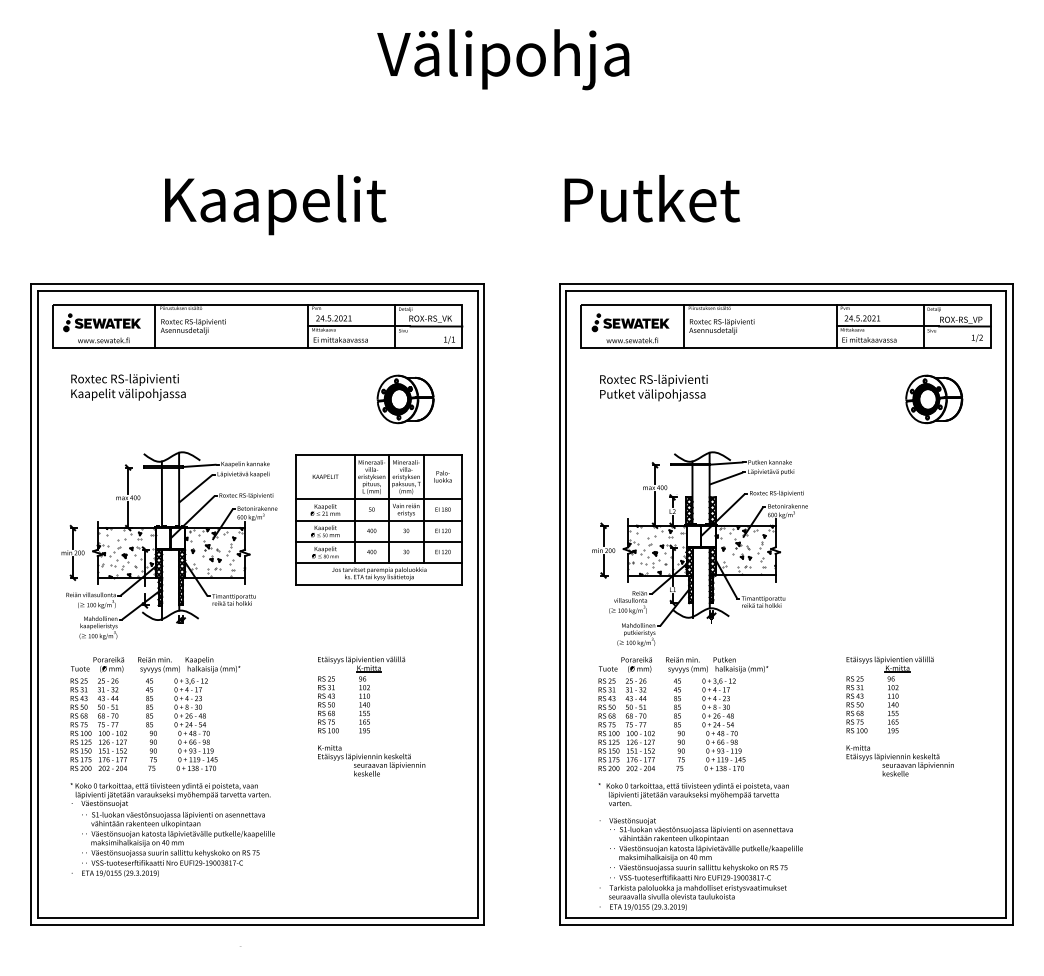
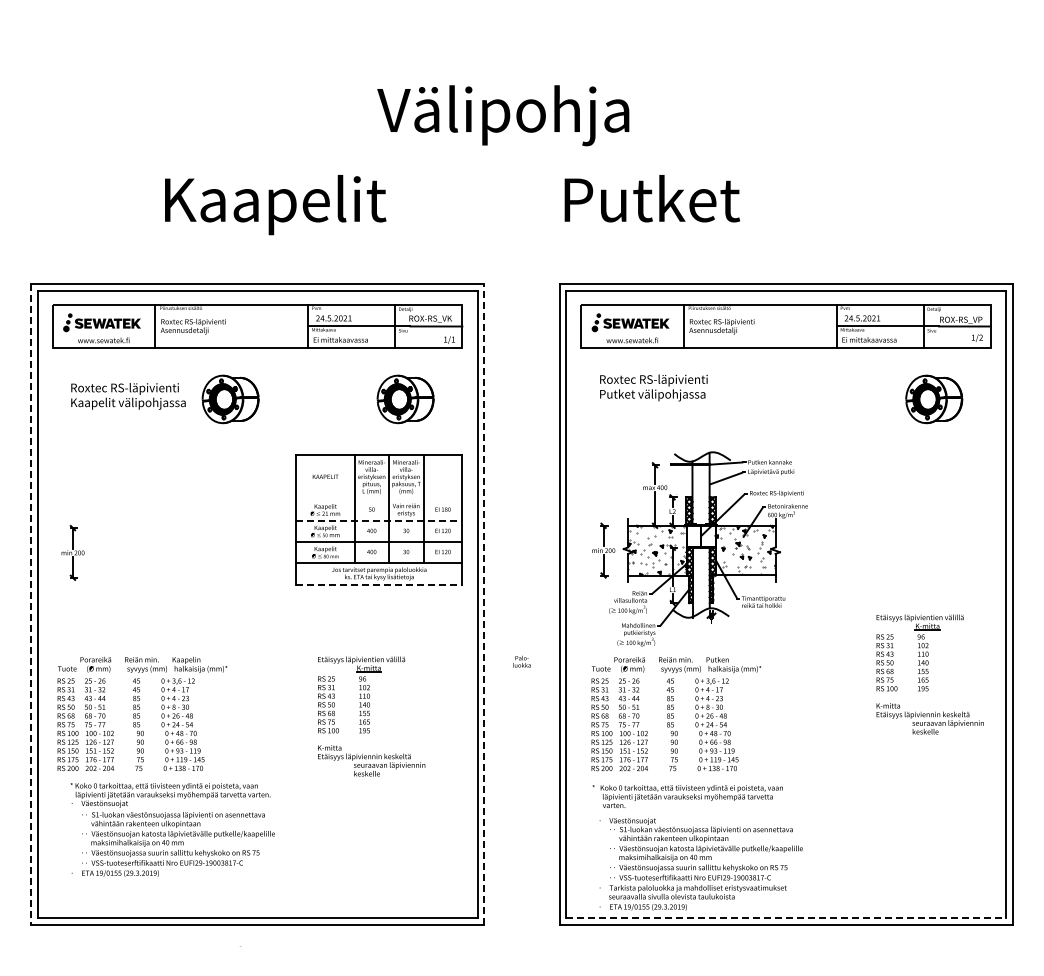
text at (503, 59) position: (503, 59) -> (503, 115)
text at (128, 387) position: (128, 387) -> (128, 396)
part at (230, 399): none -> present
text at (442, 476) position: (442, 476) -> (521, 661)
line at (379, 499): present -> none
line at (379, 520): solid -> dashed
part at (171, 545): present -> none
line at (379, 584): solid -> dashed
line at (484, 603): solid -> dashed
line at (31, 604): solid -> dashed
text at (155, 713) position: (155, 713) -> (142, 713)
text at (683, 714) position: (683, 714) -> (676, 714)
part at (899, 716) position: (899, 716) -> (929, 674)
text at (693, 794) position: (693, 794) -> (687, 796)
line at (786, 918): solid -> dashed
